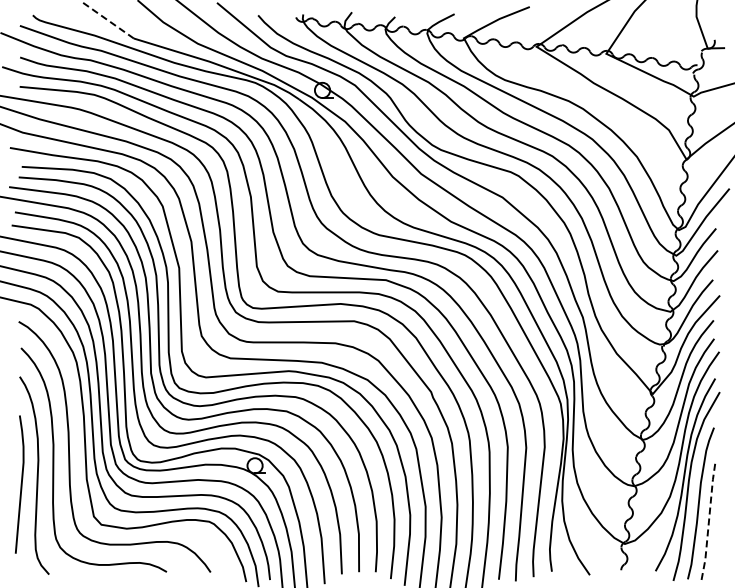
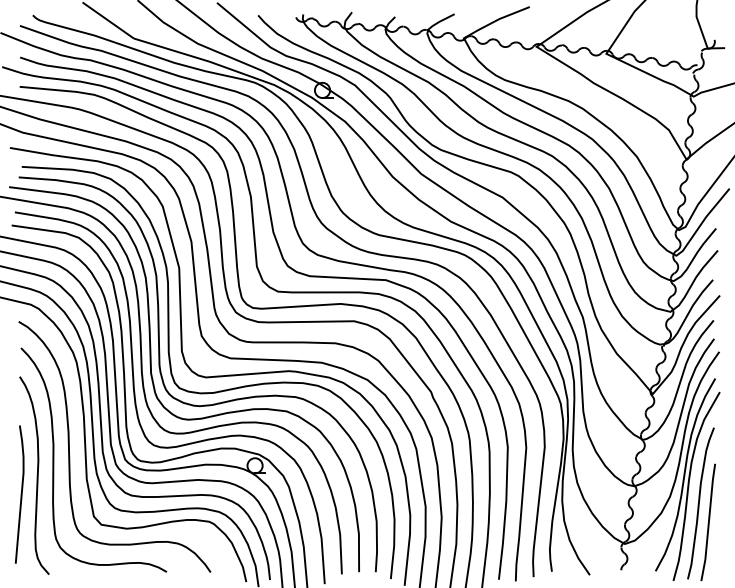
line at (107, 20): dashed -> solid
line at (20, 484) position: (20, 484) -> (20, 494)
line at (708, 522): dashed -> solid
